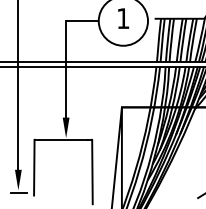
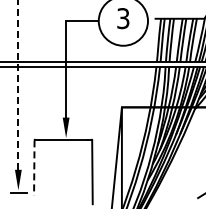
text at (123, 18): 1 -> 3
line at (18, 84): solid -> dashed
line at (34, 167): solid -> dashed
